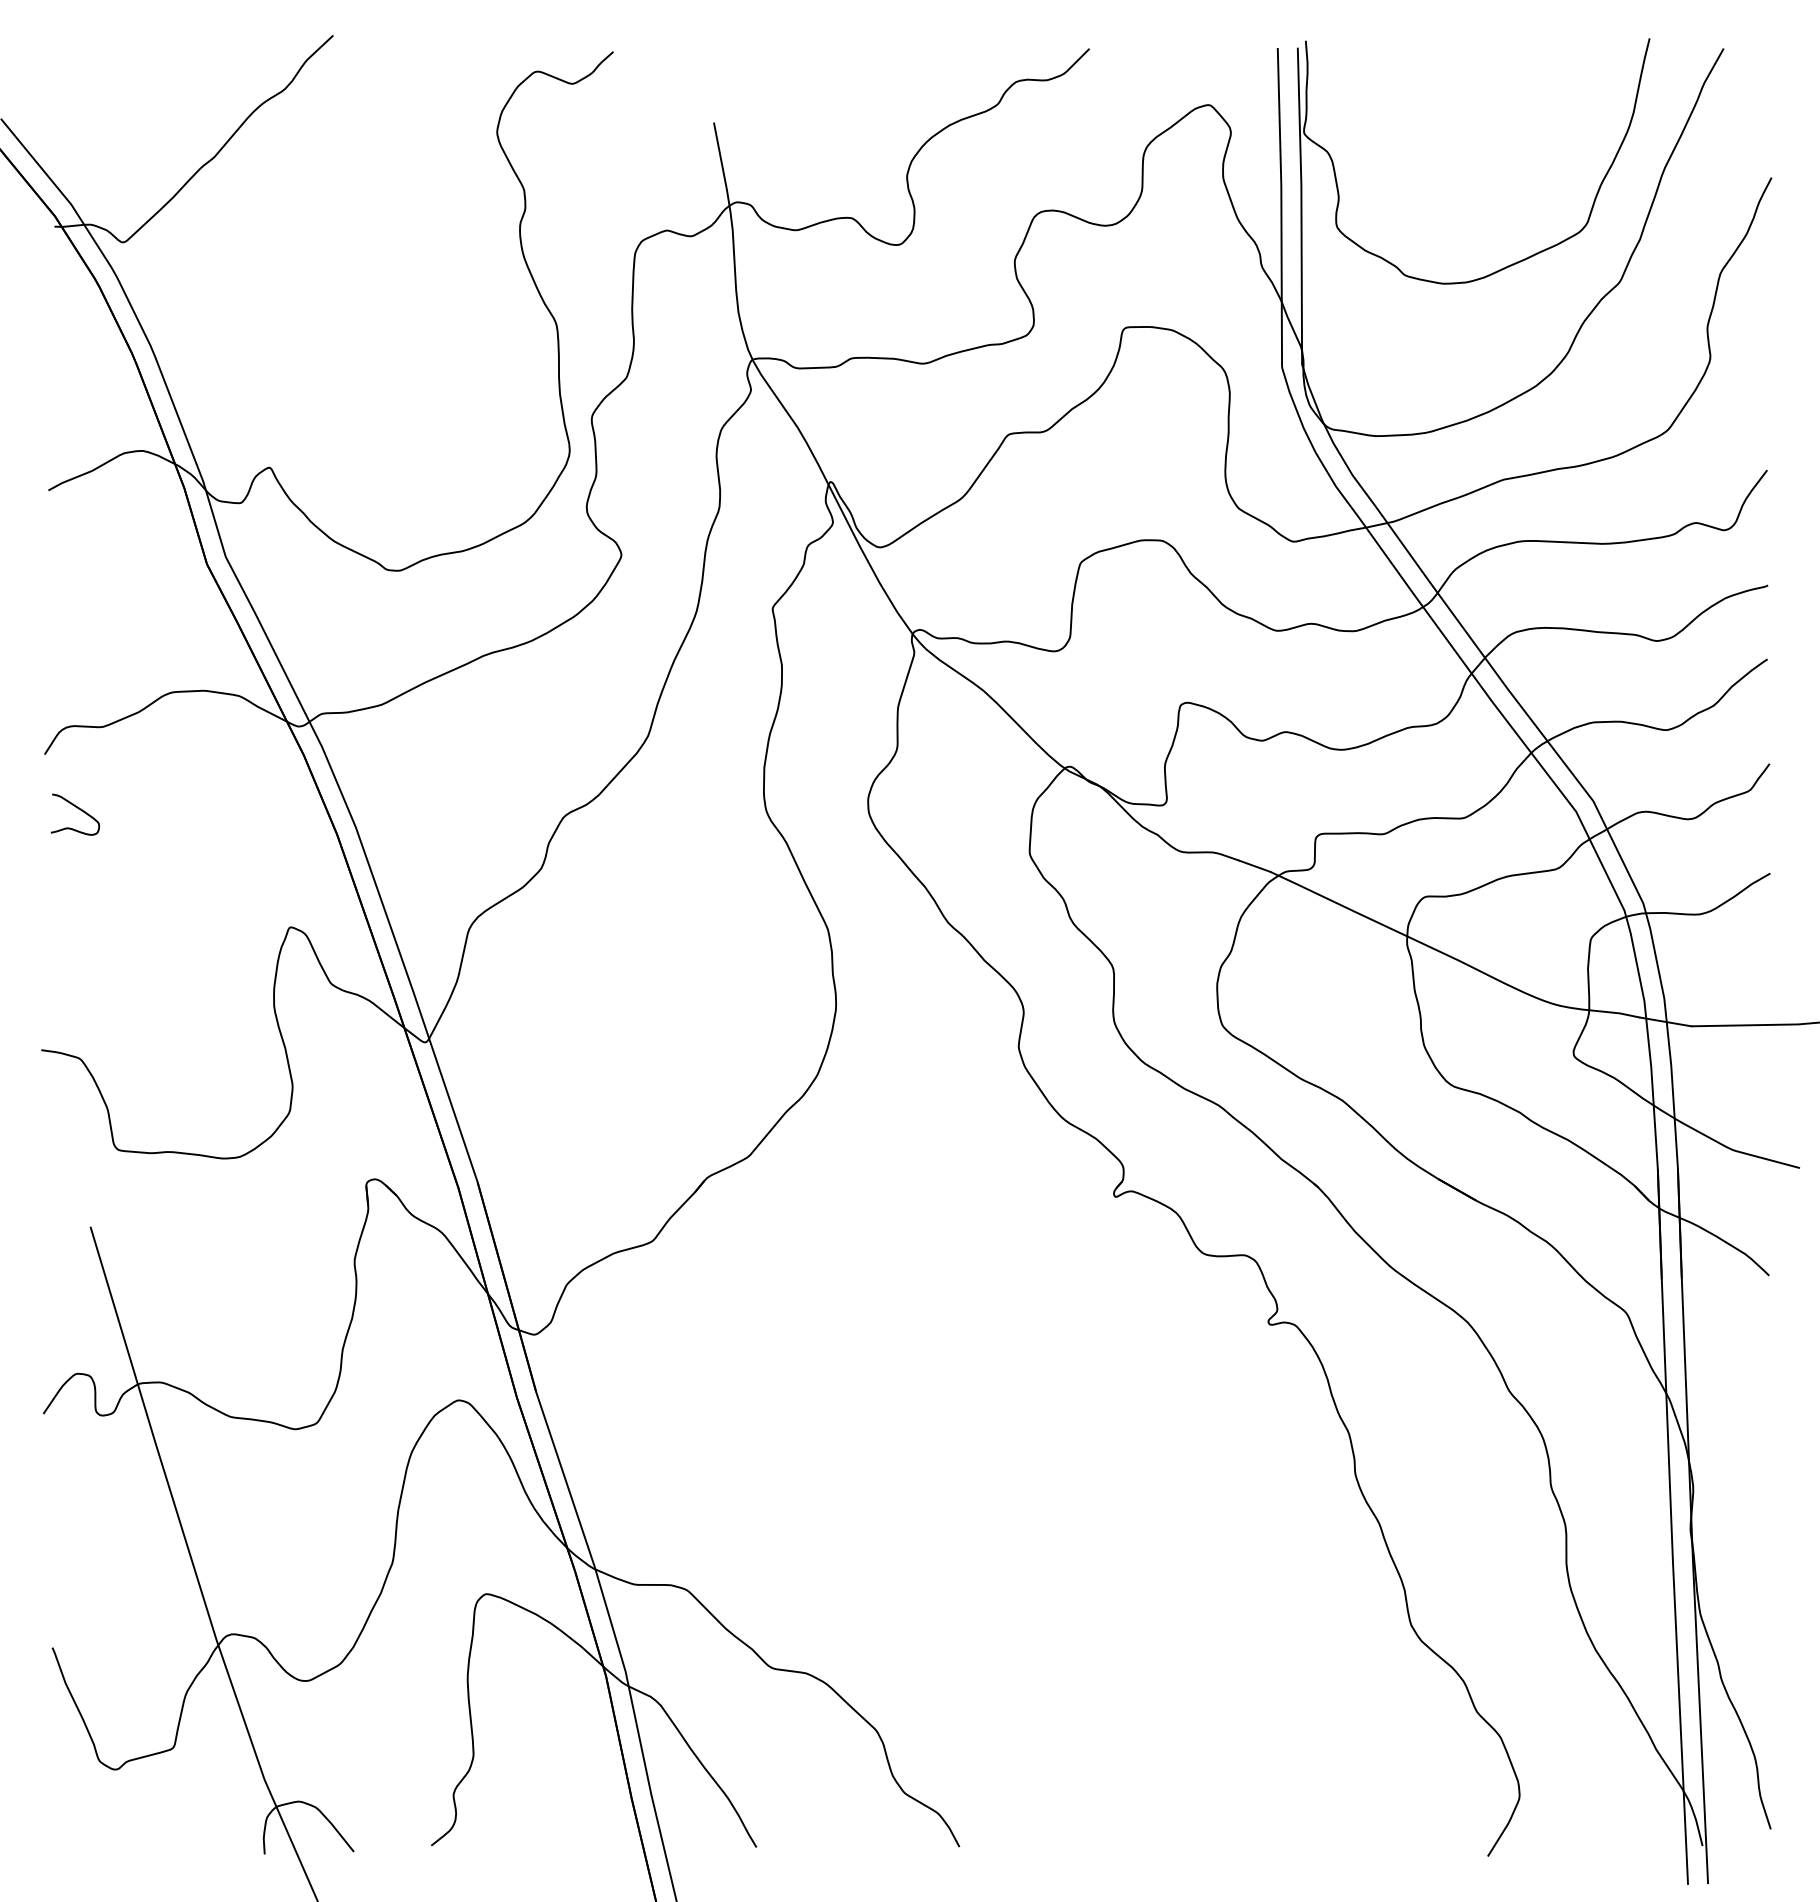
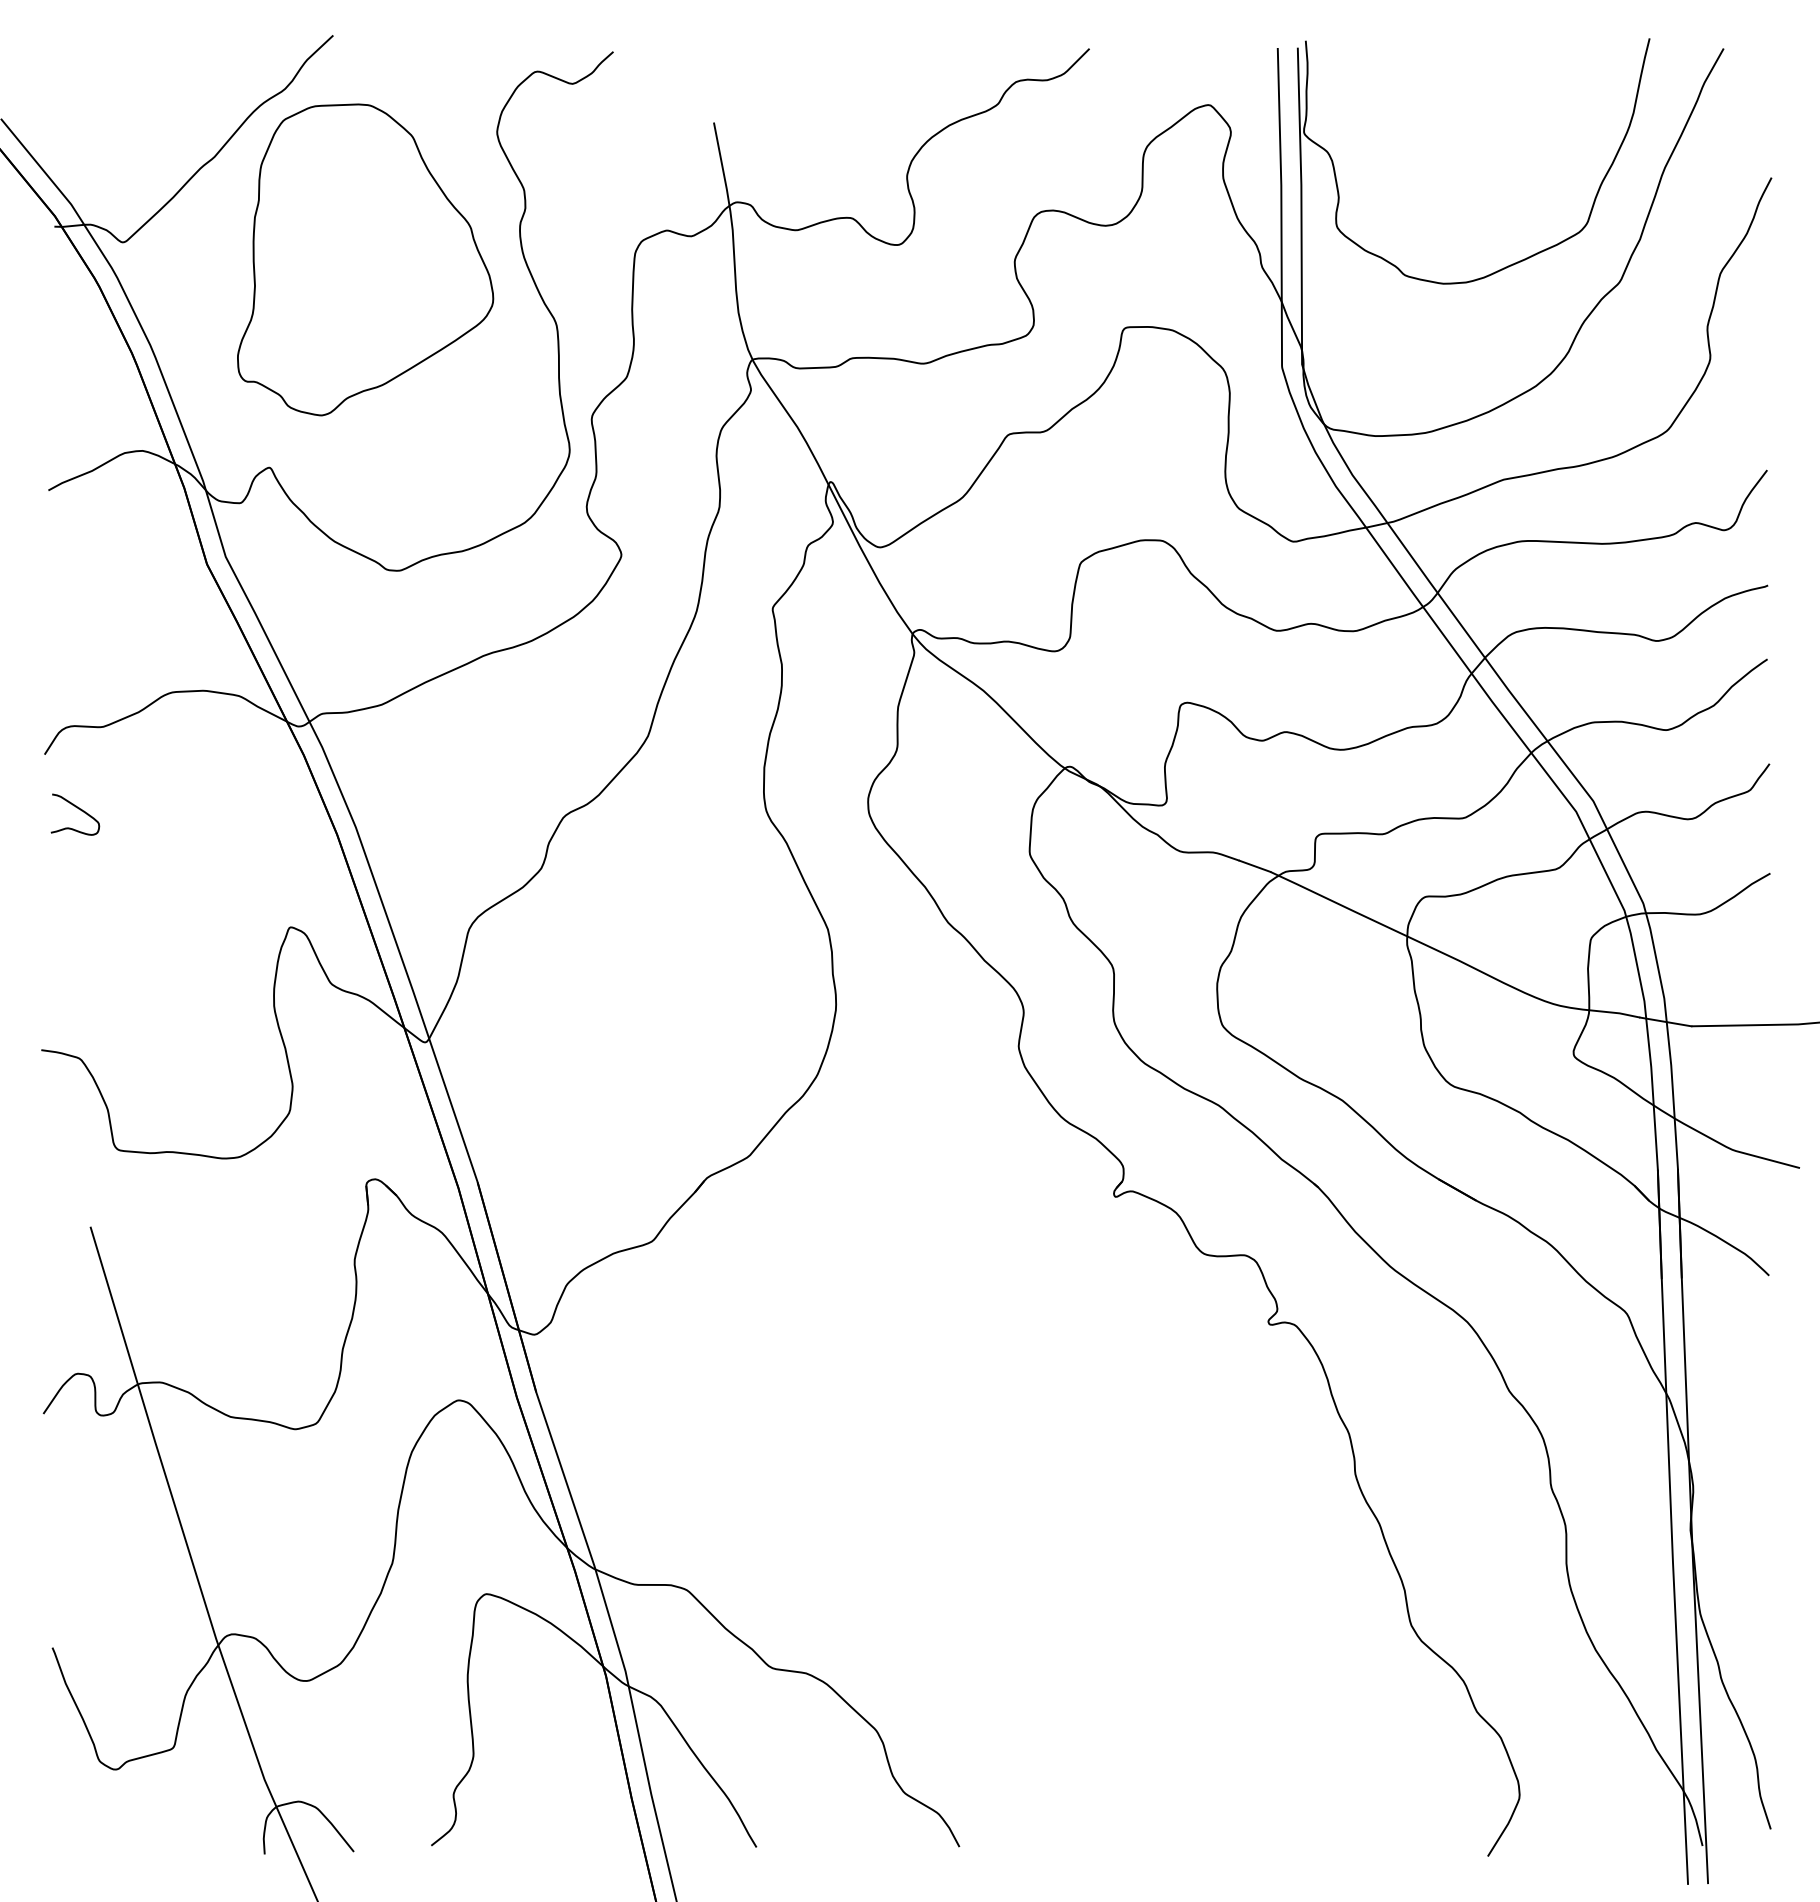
part at (365, 259): none -> present
